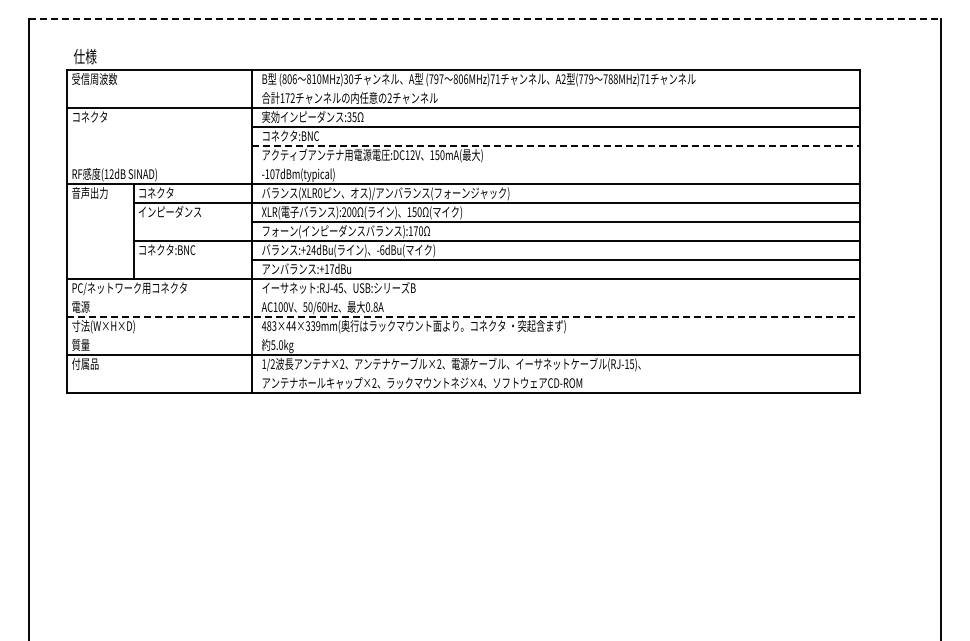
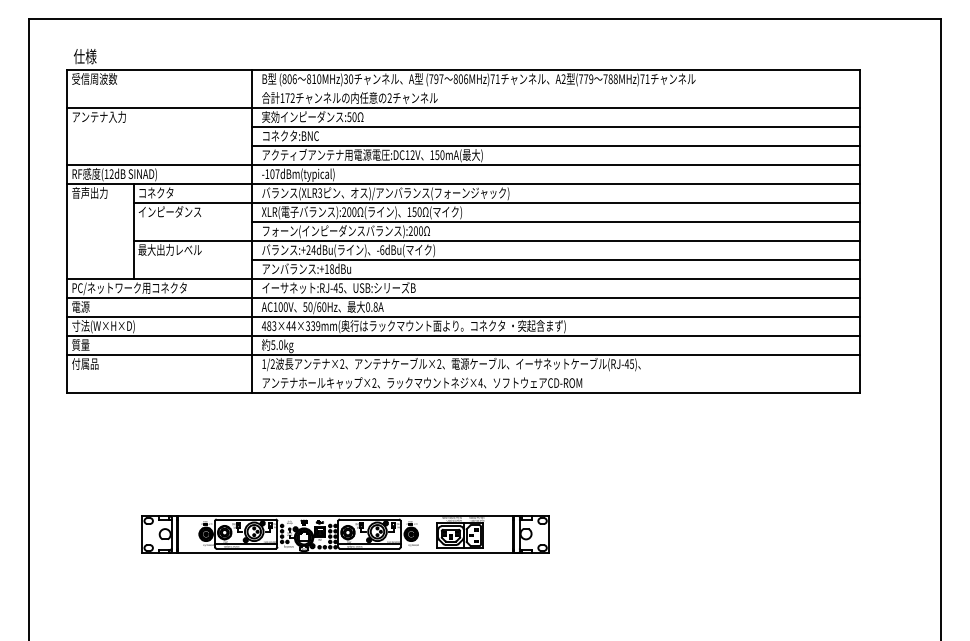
line at (485, 19): dashed -> solid
text at (98, 116): コネクタ -> アンテナ入力
text at (351, 116): :35 -> :50
line at (555, 145): dashed -> solid
line at (463, 164): none -> present
text at (320, 192): (XLR0 -> (XLR3
text at (412, 230): ):170 -> ):200
text at (169, 249): コネクタ:BNC -> 最大出力レベル
text at (332, 268): :+17dBu -> :+18dBu
line at (463, 297): none -> present
line at (463, 316): dashed -> solid
line at (463, 335): none -> present
text at (626, 363): (RJ-15) -> (RJ-45)
part at (345, 534): none -> present
